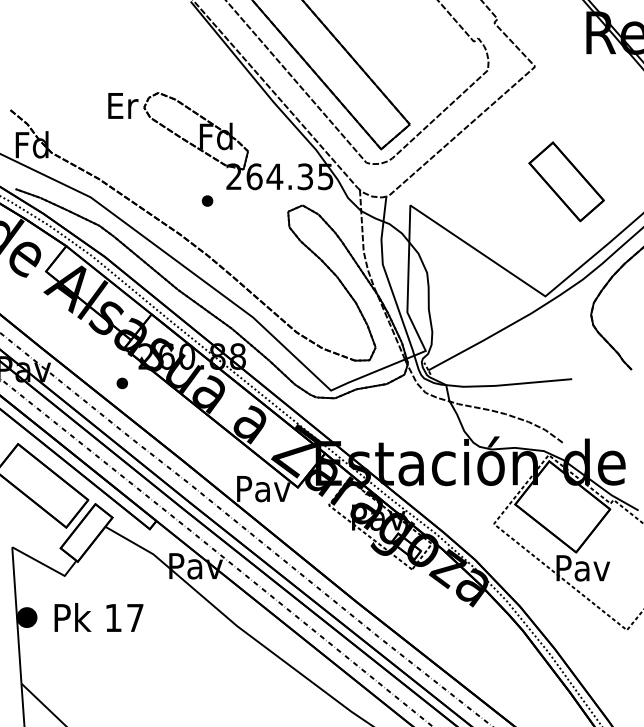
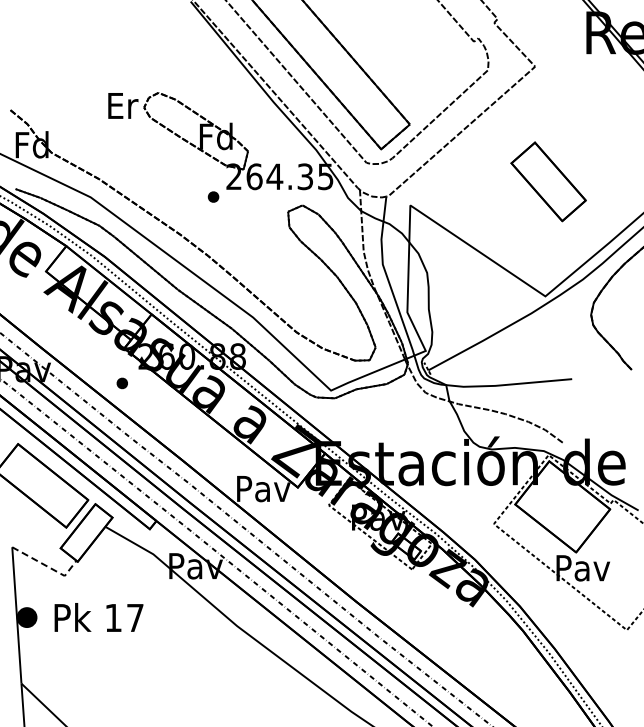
part at (566, 181) position: (566, 181) -> (548, 181)
part at (207, 200) position: (207, 200) -> (213, 196)
line at (48, 566): solid -> dashed
